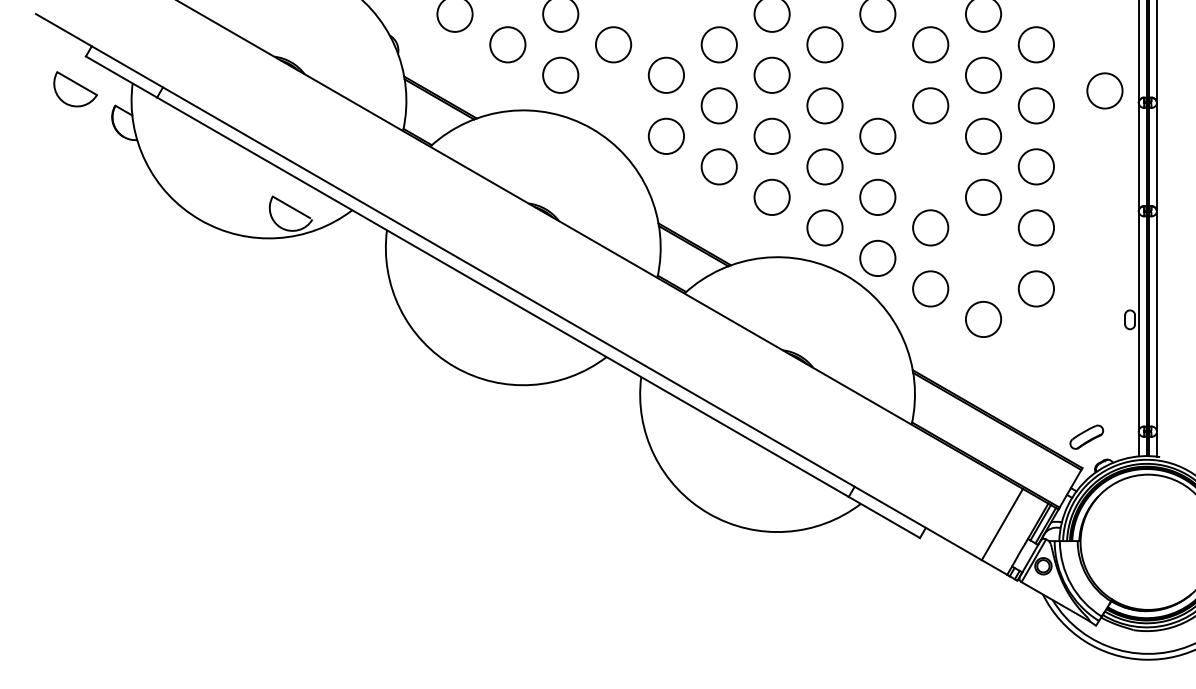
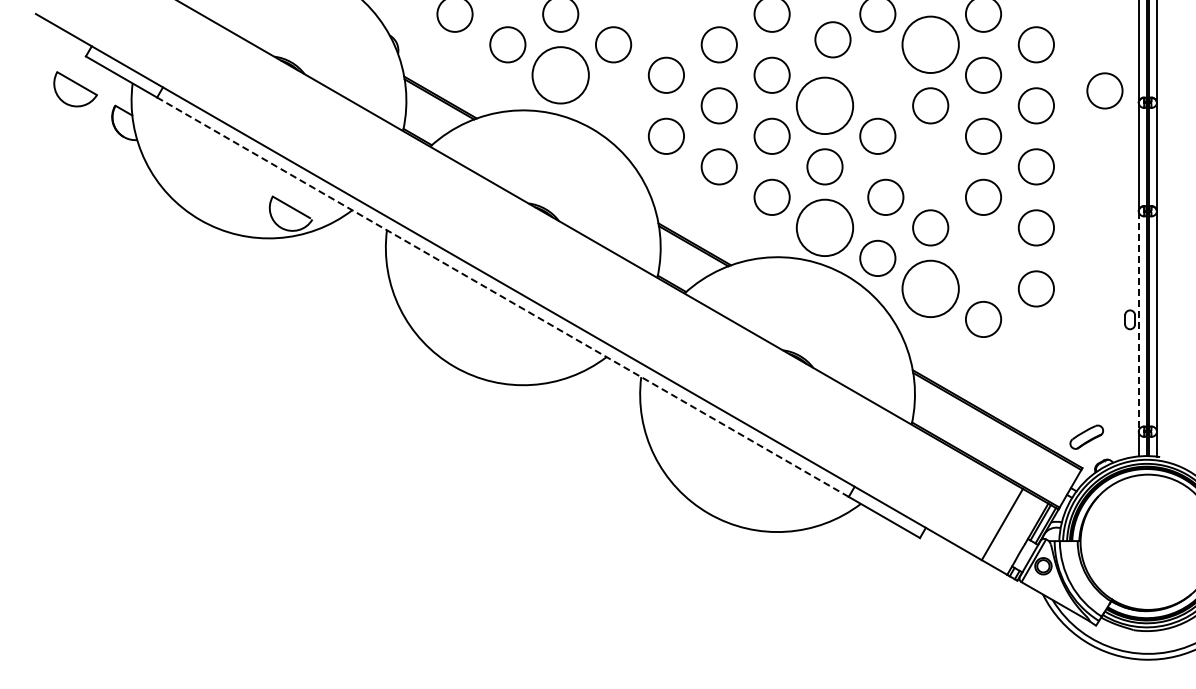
circle at (824, 44) position: (824, 44) -> (832, 39)
circle at (930, 44) diameter: 35 px -> 56 px
circle at (560, 74) diameter: 35 px -> 56 px
circle at (824, 105) diameter: 35 px -> 56 px
circle at (877, 196) position: (877, 196) -> (885, 196)
circle at (824, 227) diameter: 35 px -> 56 px
circle at (930, 288) diameter: 35 px -> 56 px
line at (502, 297): solid -> dashed
line at (1138, 321): solid -> dashed
